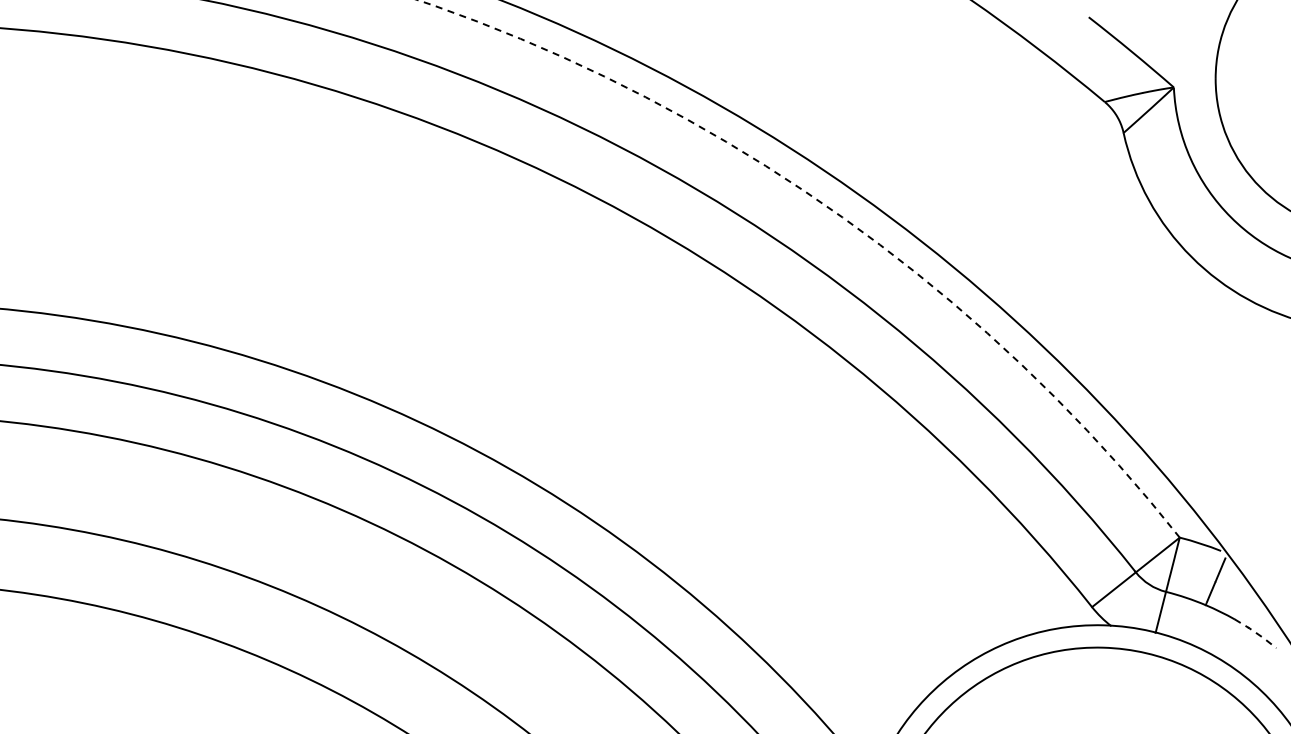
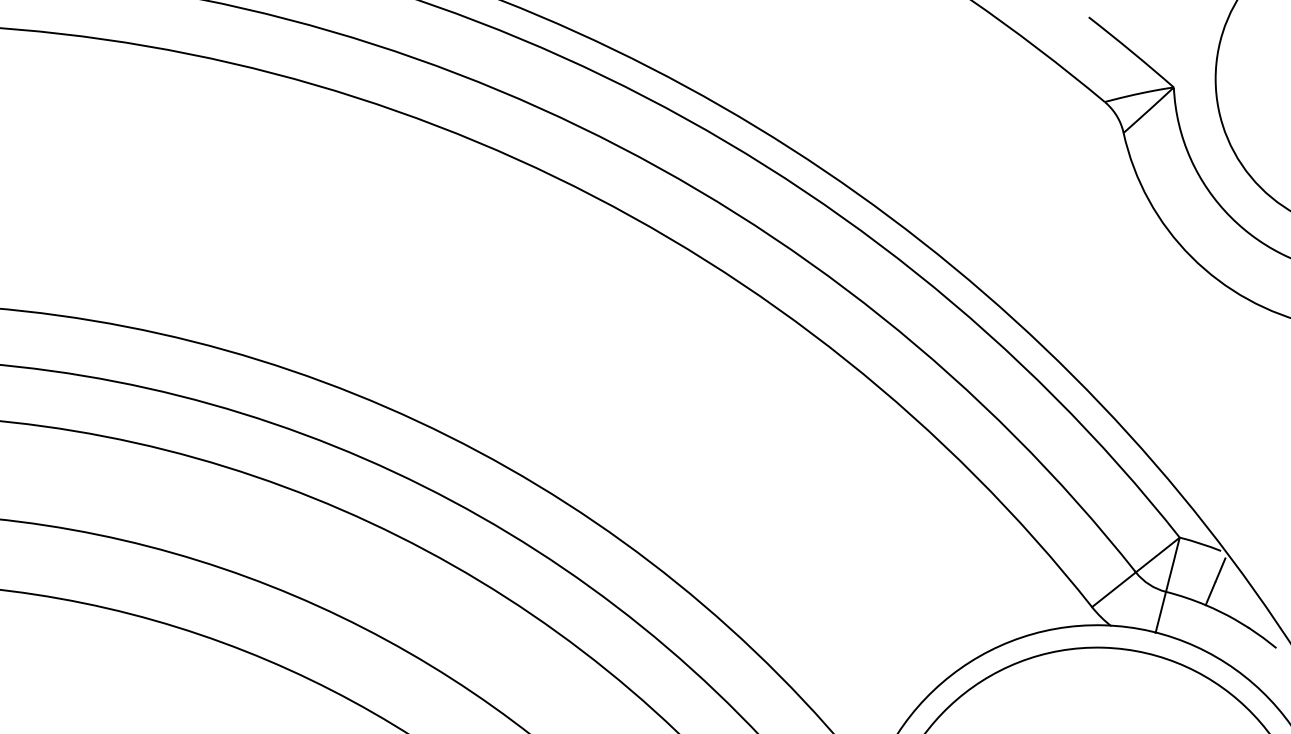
arc at (835, 212): dashed -> solid
line at (1255, 632): dashed -> solid
